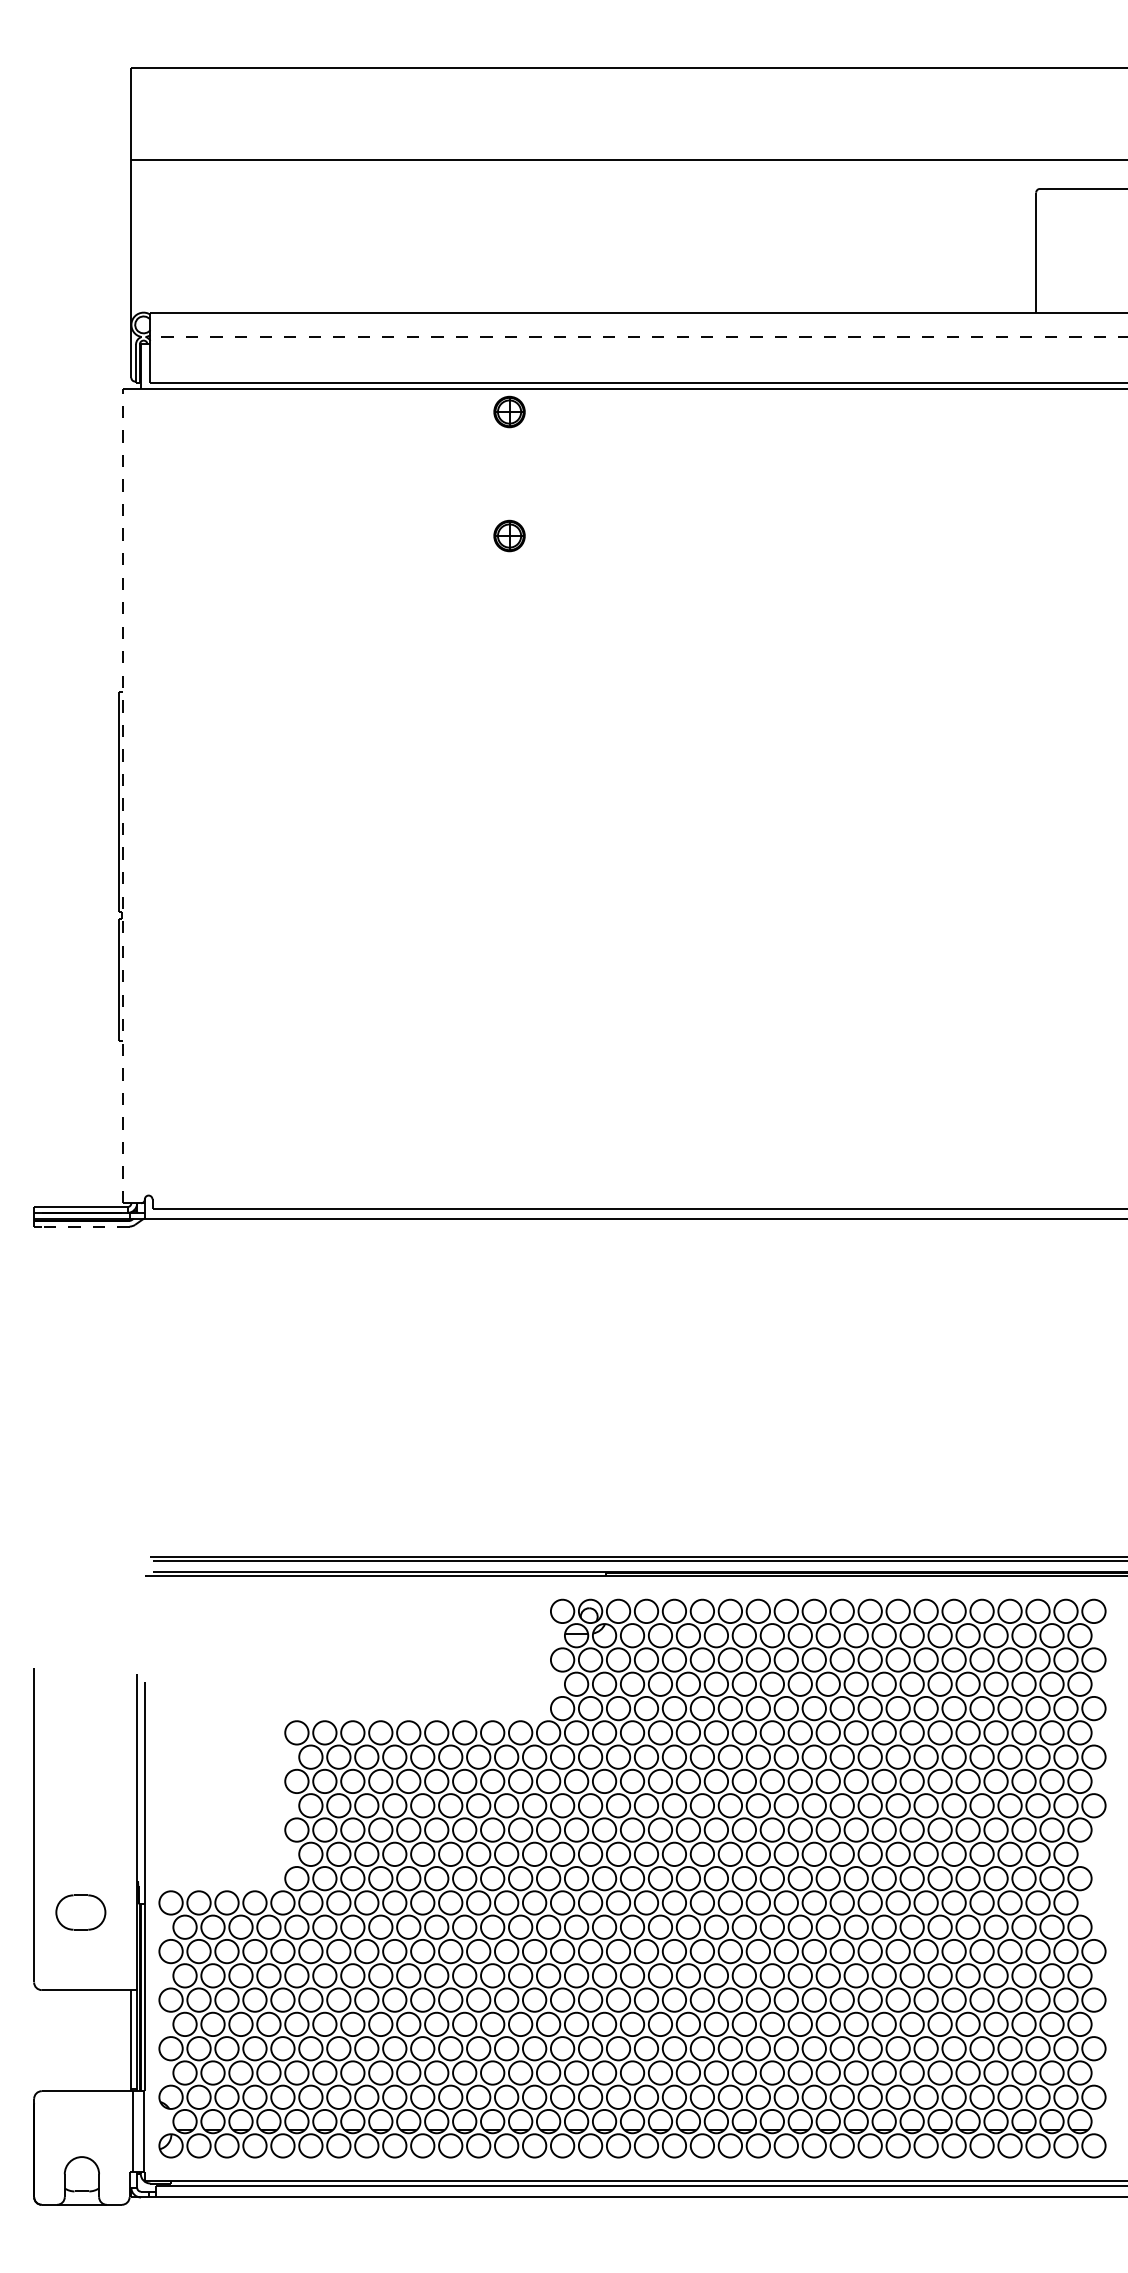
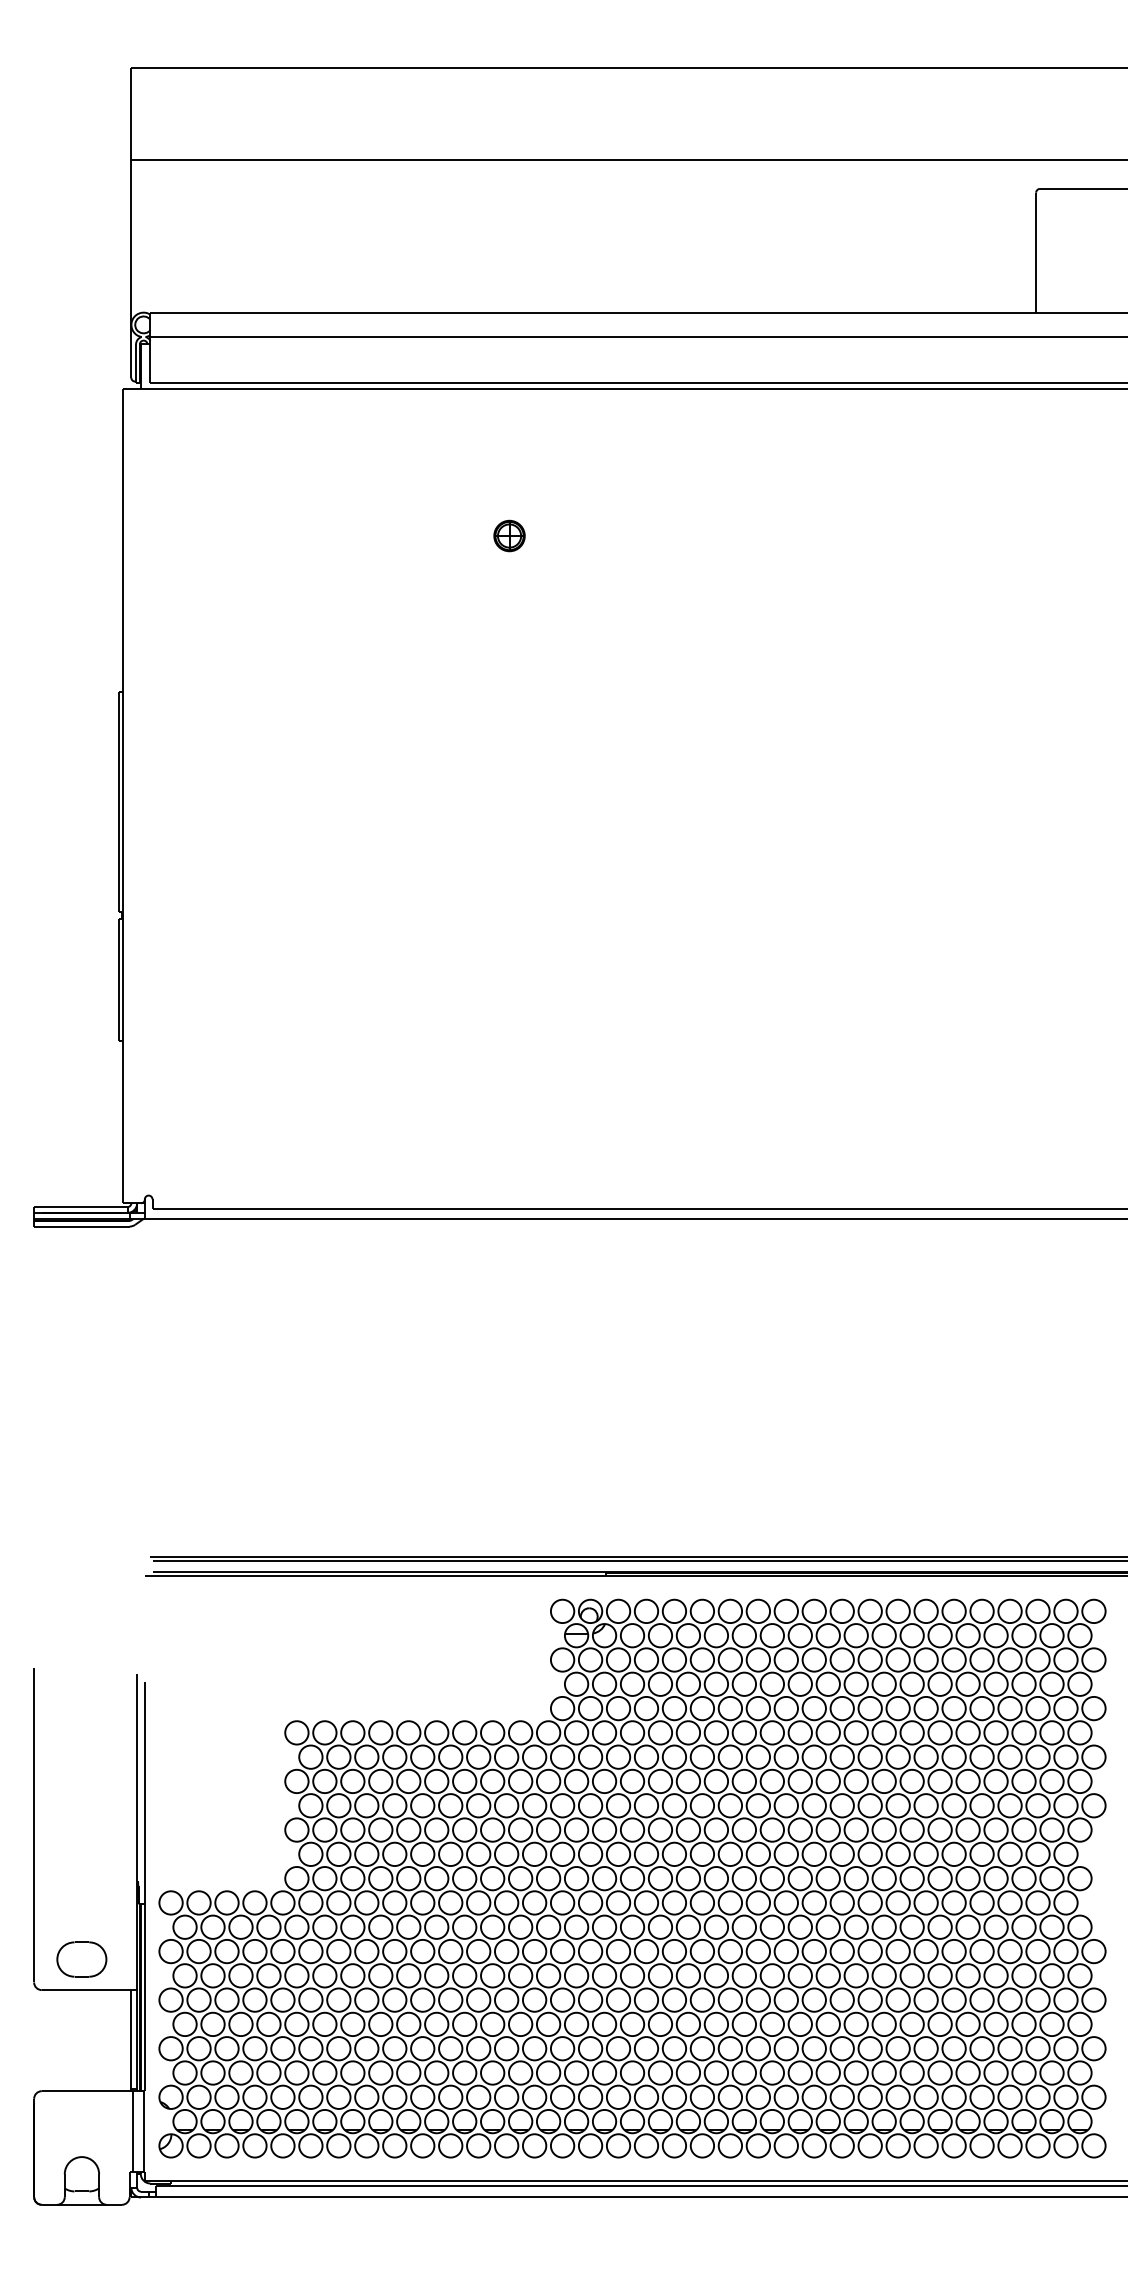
line at (638, 337): dashed -> solid
part at (509, 411): present -> none
line at (123, 795): dashed -> solid
line at (85, 1226): dashed -> solid
part at (80, 1912) position: (80, 1912) -> (81, 1959)
